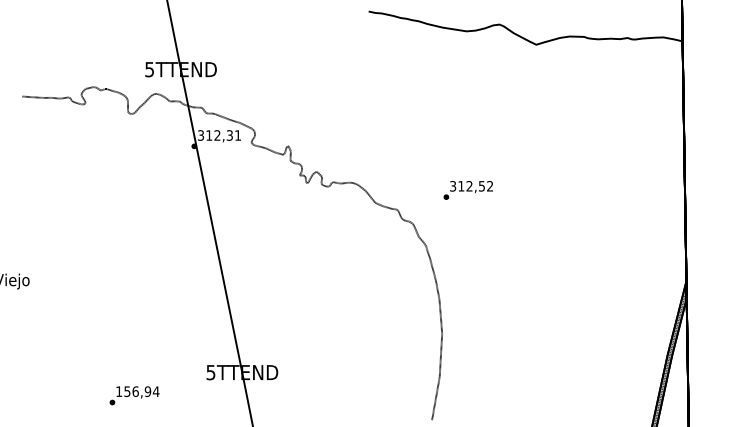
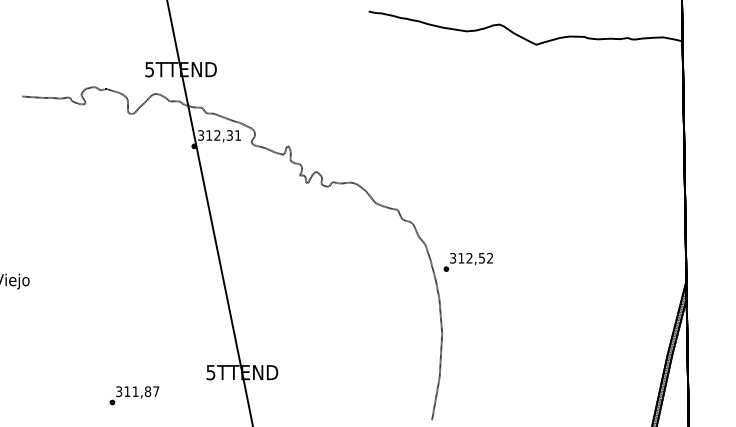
text at (467, 190) position: (467, 190) -> (467, 262)
text at (137, 391): 156,94 -> 311,87
